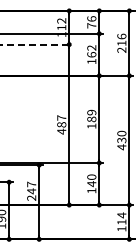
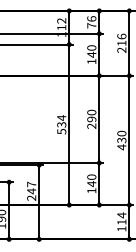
line at (37, 44): dashed -> solid
text at (91, 51): 162 -> 140
text at (91, 119): 189 -> 290
text at (61, 124): 487 -> 534
